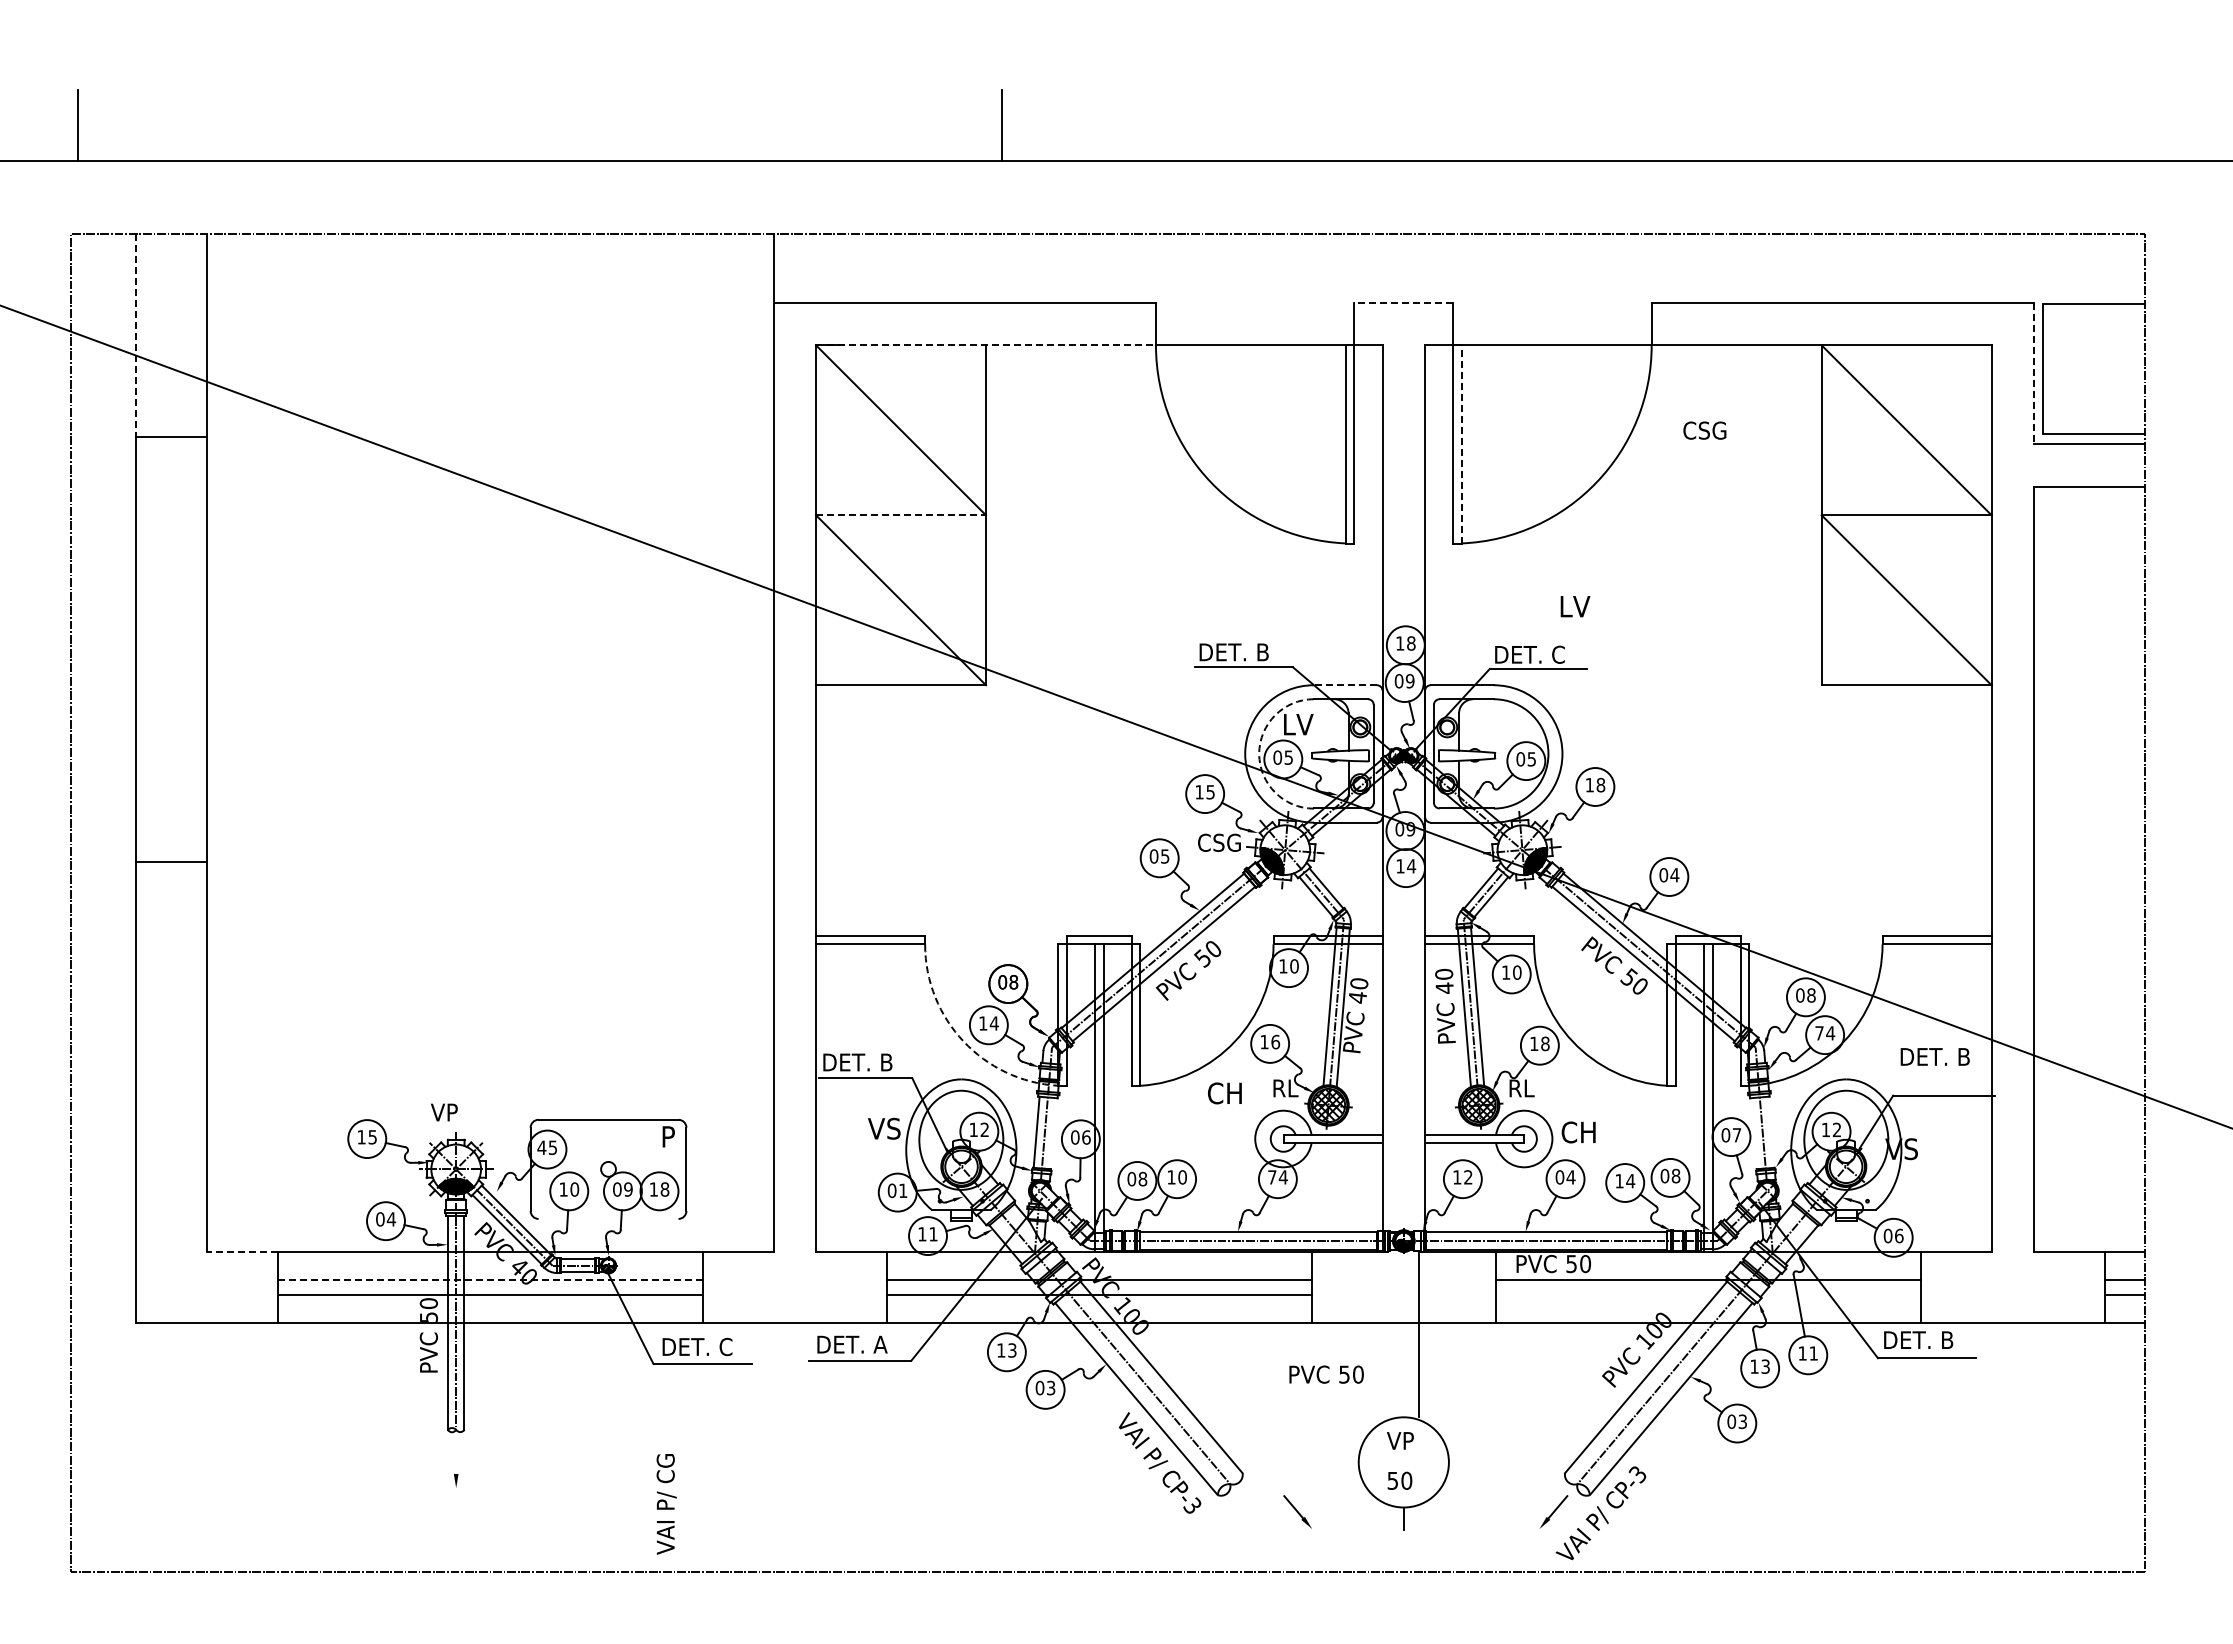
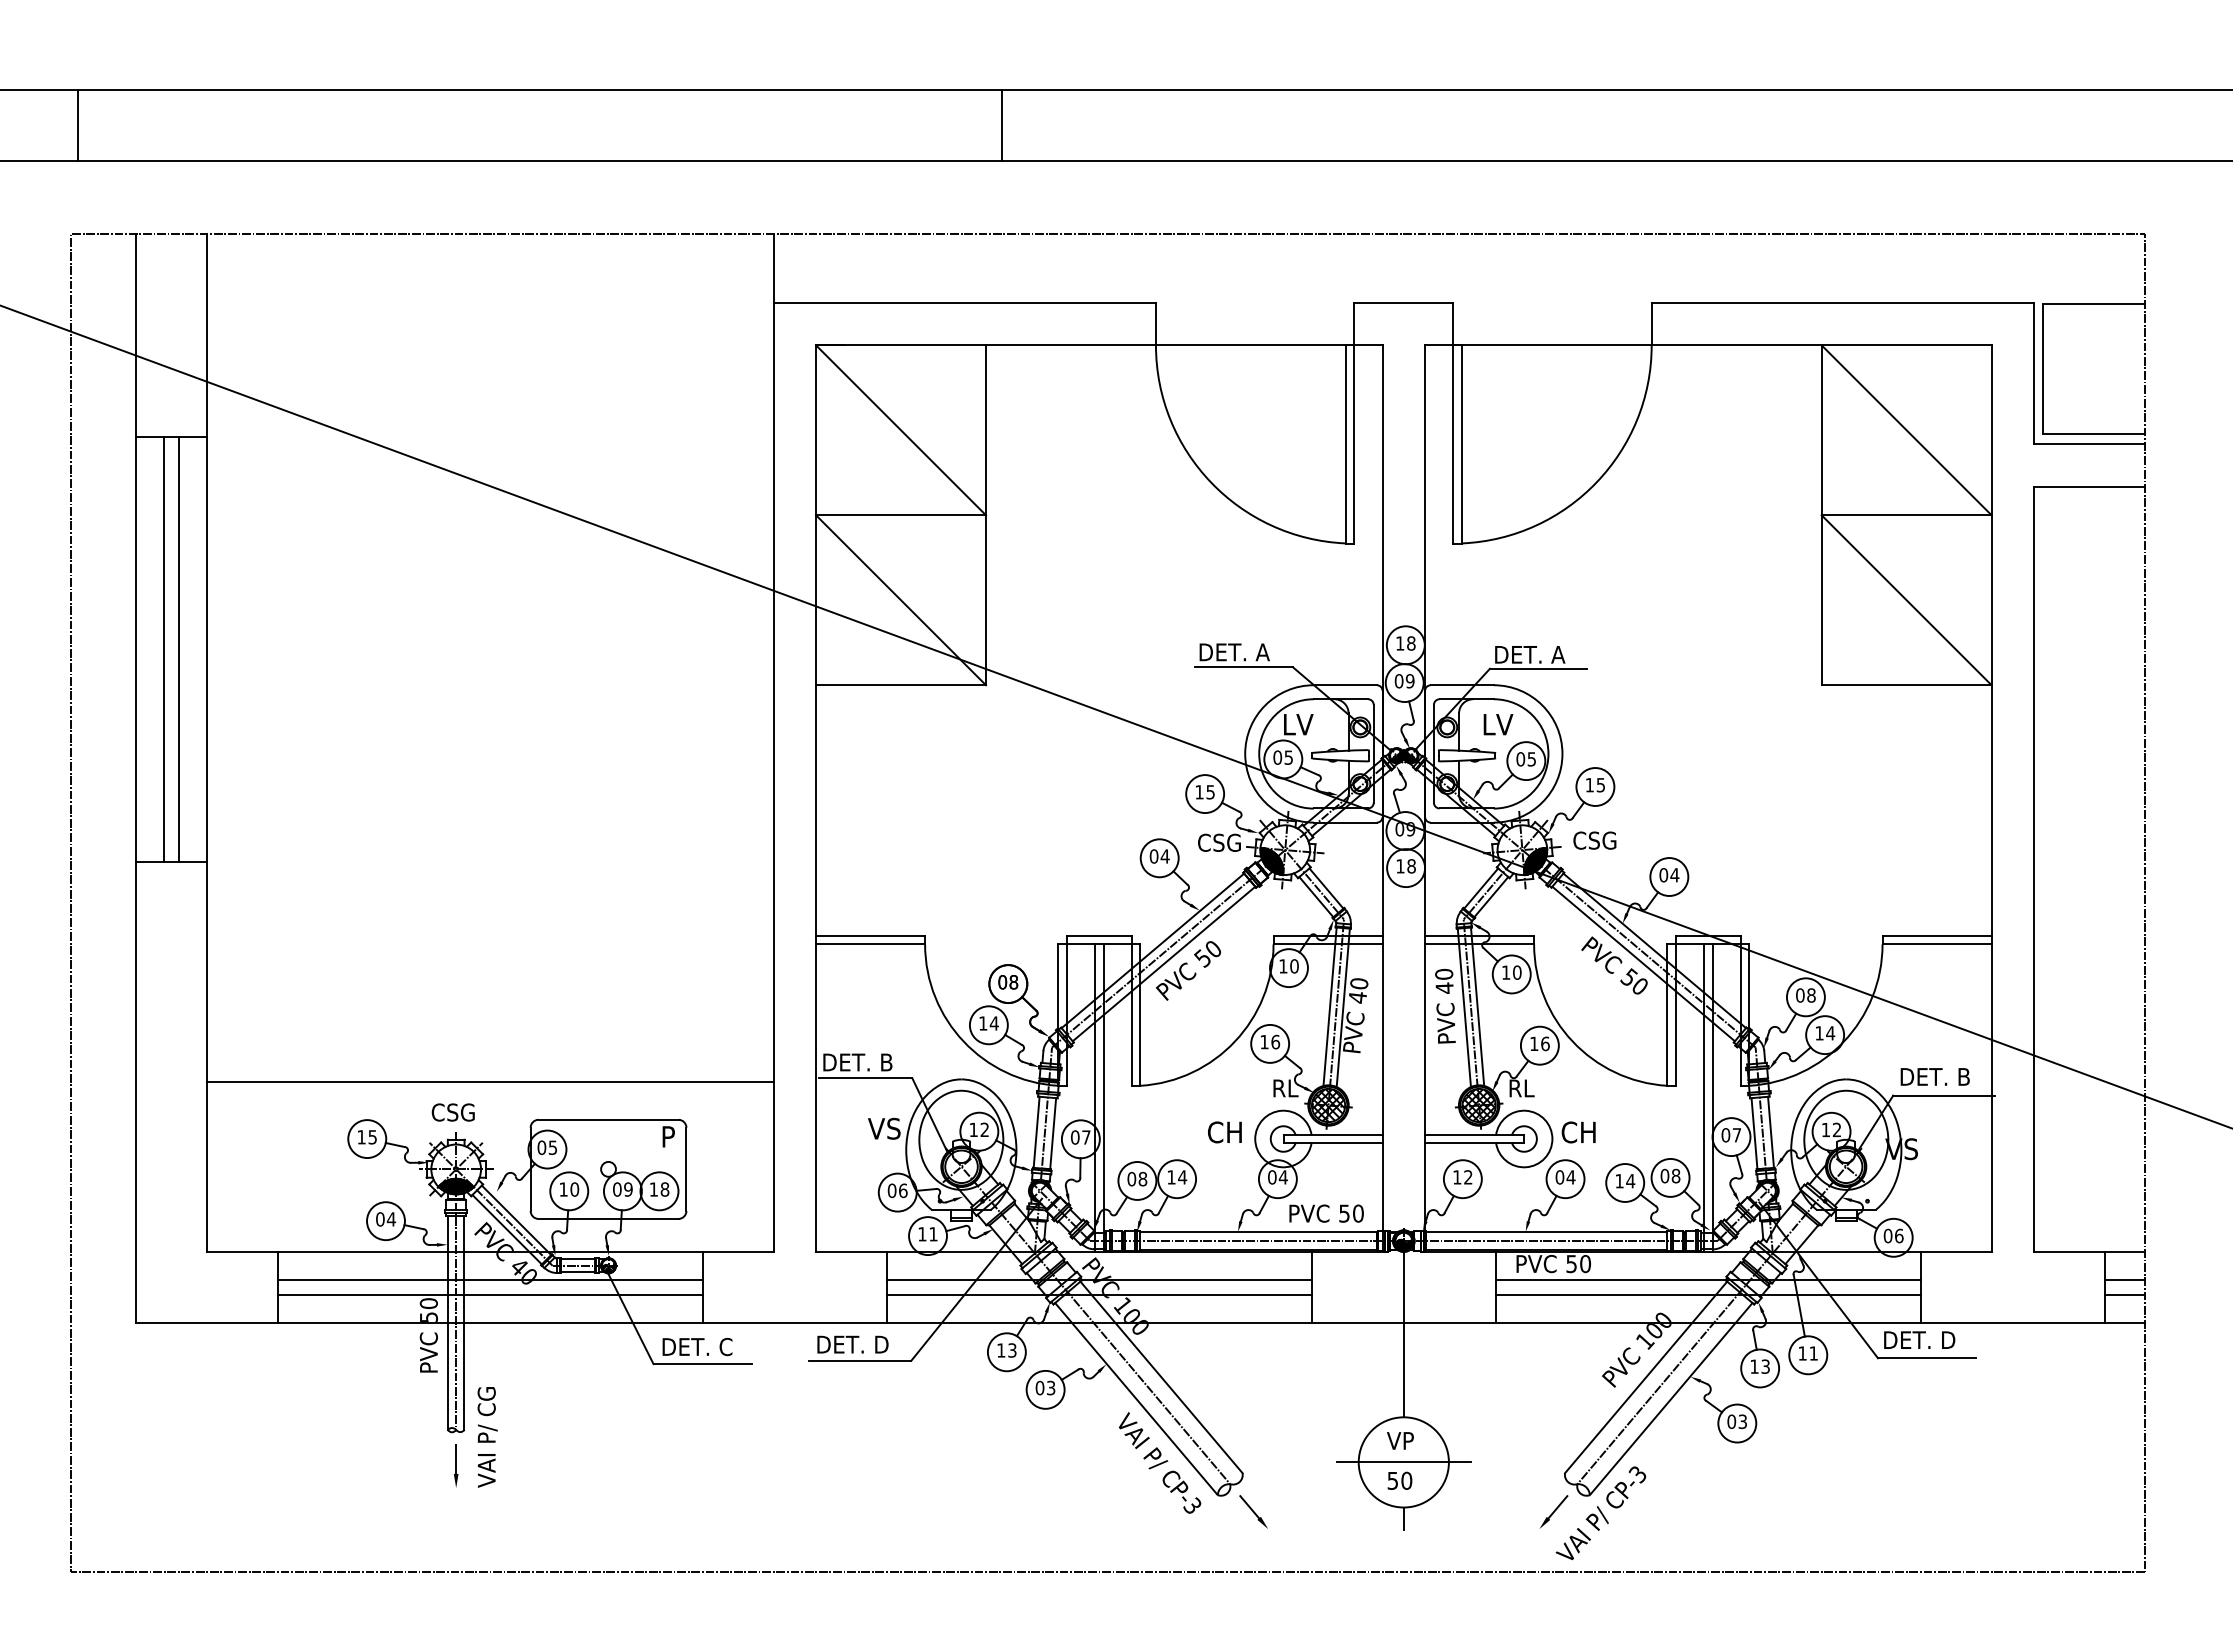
line at (1115, 89): none -> present
line at (1403, 302): dashed -> solid
line at (136, 335): dashed -> solid
line at (986, 345): dashed -> solid
line at (2034, 373): dashed -> solid
text at (1704, 430) position: (1704, 430) -> (1594, 840)
line at (1461, 443): dashed -> solid
line at (901, 515): dashed -> solid
text at (1575, 606) position: (1575, 606) -> (1498, 724)
line at (164, 649): none -> present
line at (178, 649): none -> present
text at (1262, 652): DET. B -> DET. A
text at (1558, 654): DET. C -> DET. A
line at (1345, 685): dashed -> solid
arc at (1259, 753): dashed -> solid
text at (1600, 785): 18 -> 15
text at (1164, 856): 05 -> 04
text at (1411, 866): 14 -> 18
text at (1819, 1033): 74 -> 14
arc at (963, 1041): dashed -> solid
text at (1545, 1043): 18 -> 16
text at (1934, 1056) position: (1934, 1056) -> (1934, 1076)
line at (490, 1081): none -> present
text at (1224, 1093) position: (1224, 1093) -> (1224, 1132)
text at (452, 1112): VP -> CSG
line at (1770, 1131): none -> present
line at (1053, 1133): none -> present
line at (1754, 1133): none -> present
text at (1086, 1137): 06 -> 07
text at (541, 1147): 45 -> 05
text at (1182, 1177): 10 -> 14
text at (1272, 1177): 74 -> 04
text at (903, 1190): 01 -> 06
line at (608, 1218): none -> present
line at (241, 1251): dashed -> solid
line at (490, 1279): dashed -> solid
line at (1707, 1294): none -> present
line at (1418, 1334) position: (1418, 1334) -> (1403, 1334)
text at (1949, 1339): DET. B -> DET. D
text at (880, 1344): DET. A -> DET. D
text at (1326, 1374) position: (1326, 1374) -> (1326, 1213)
line at (456, 1458): none -> present
line at (1403, 1462): none -> present
text at (666, 1504) position: (666, 1504) -> (487, 1437)
part at (1297, 1511) position: (1297, 1511) -> (1253, 1511)
